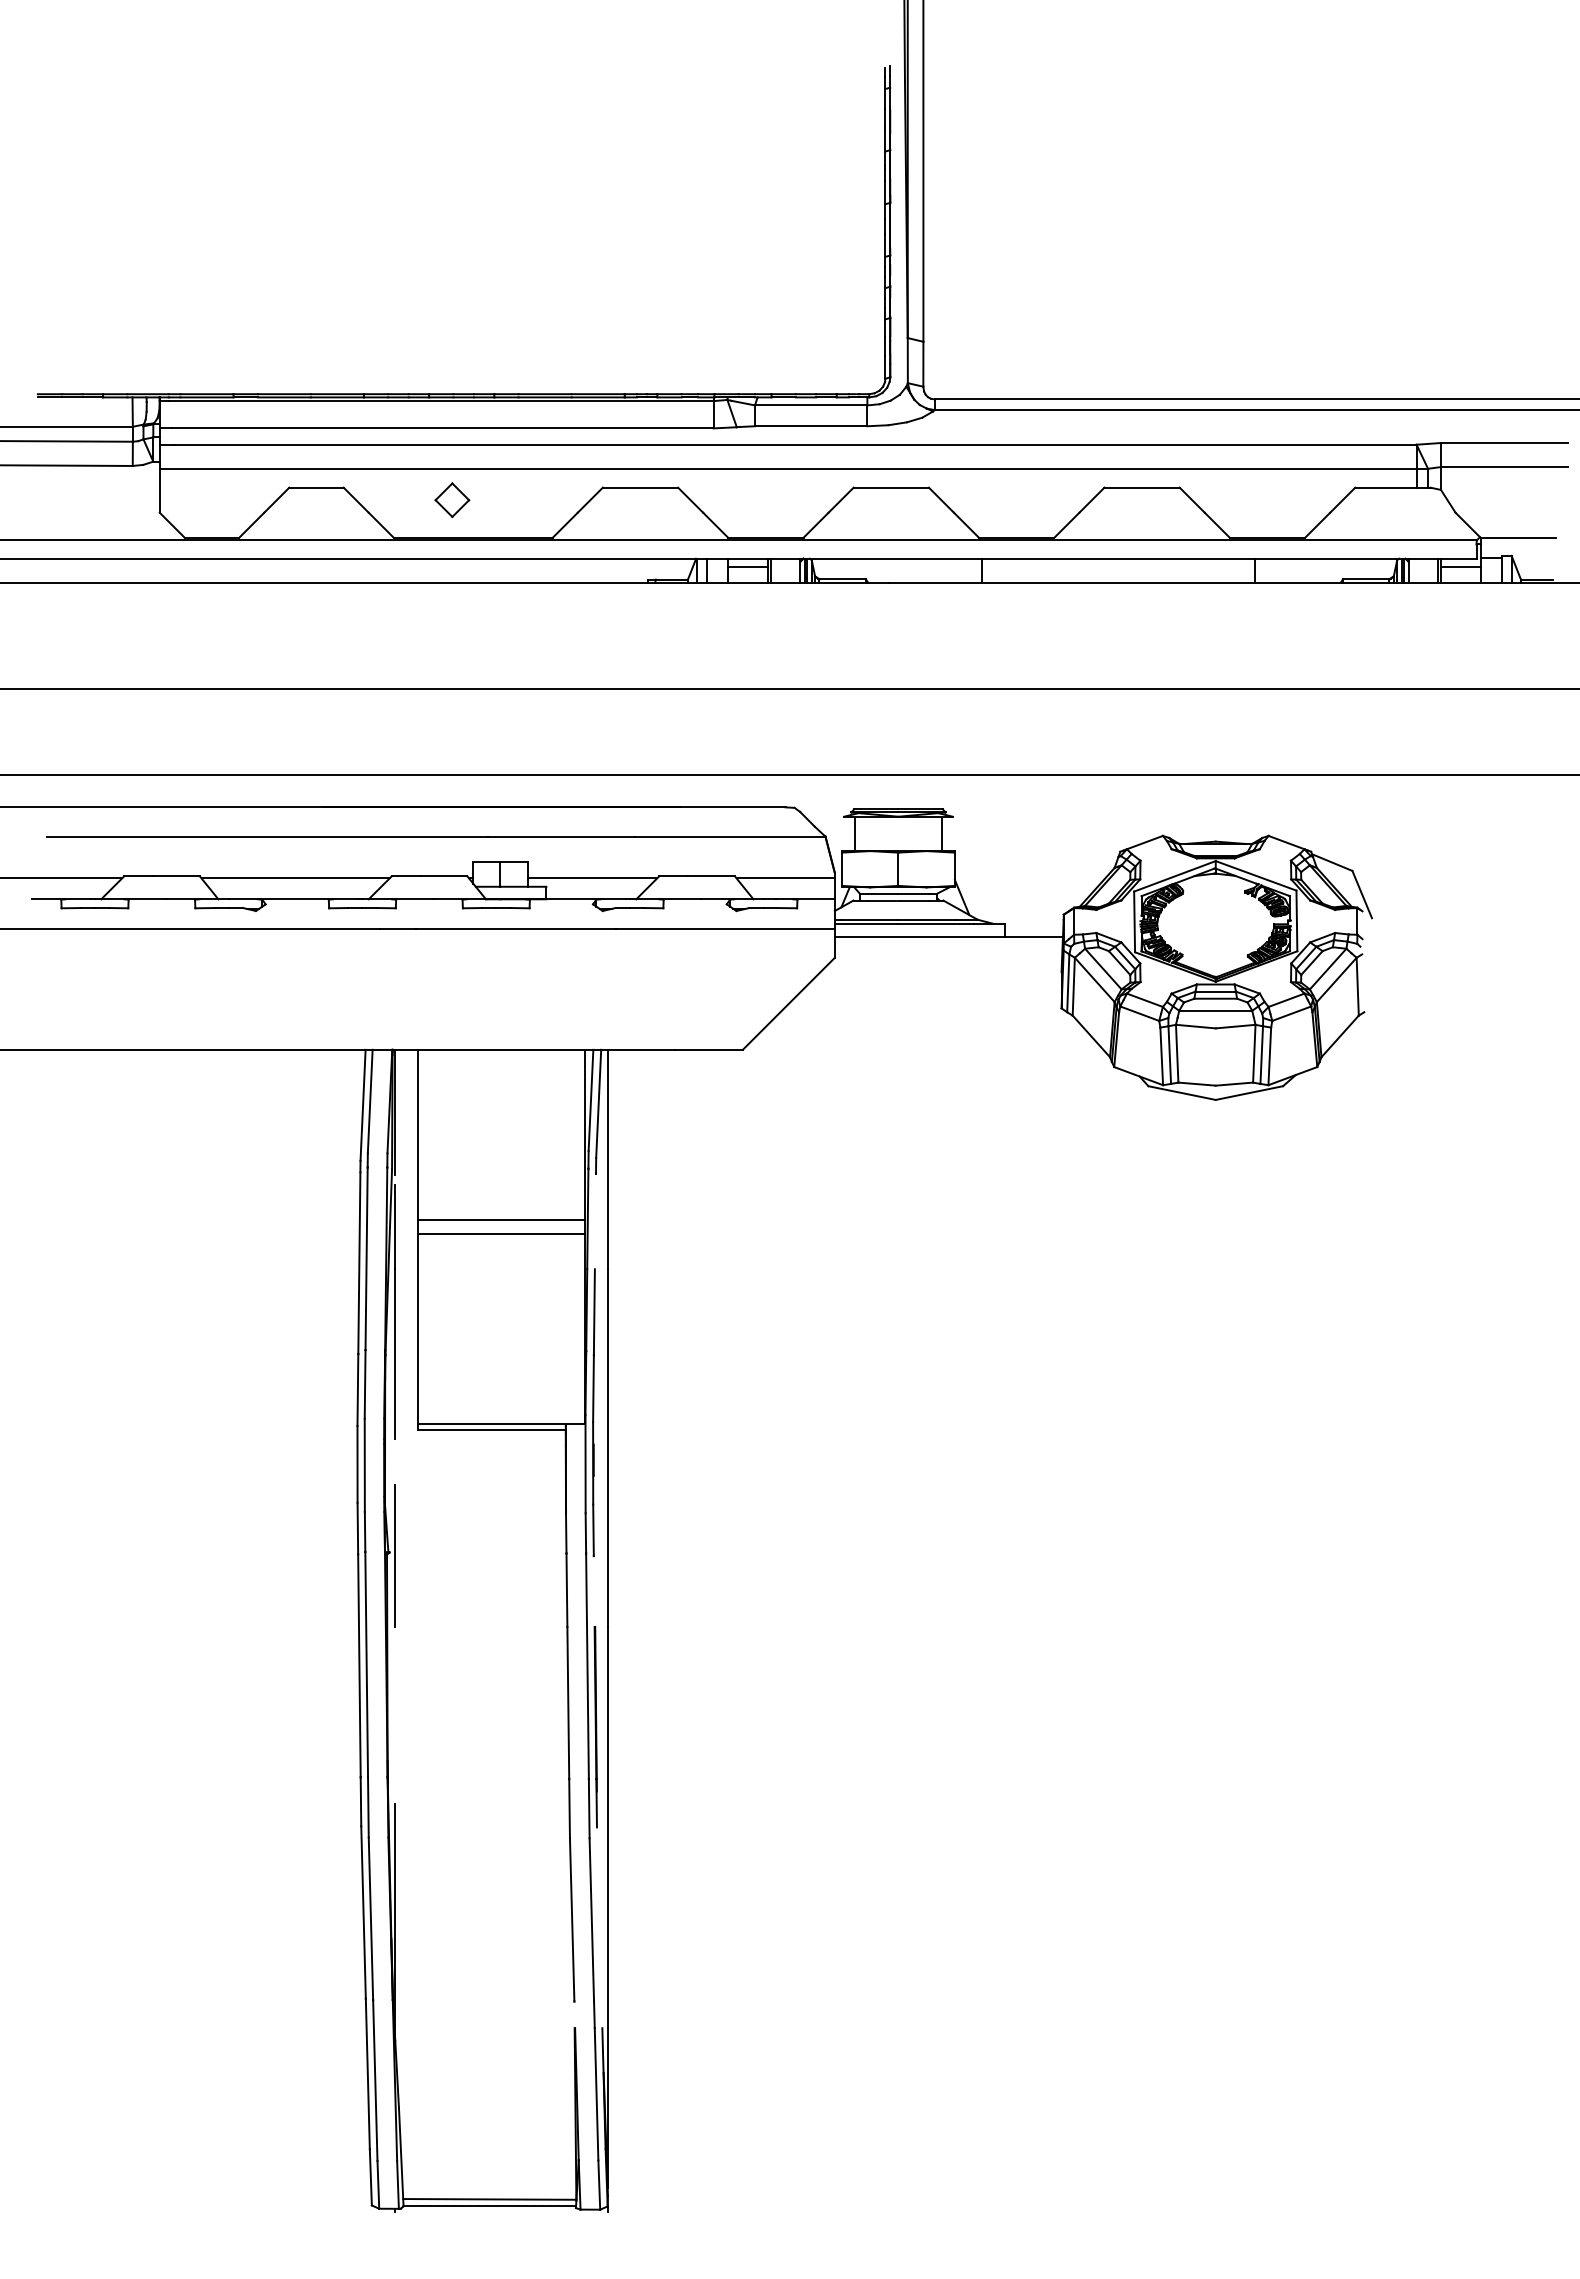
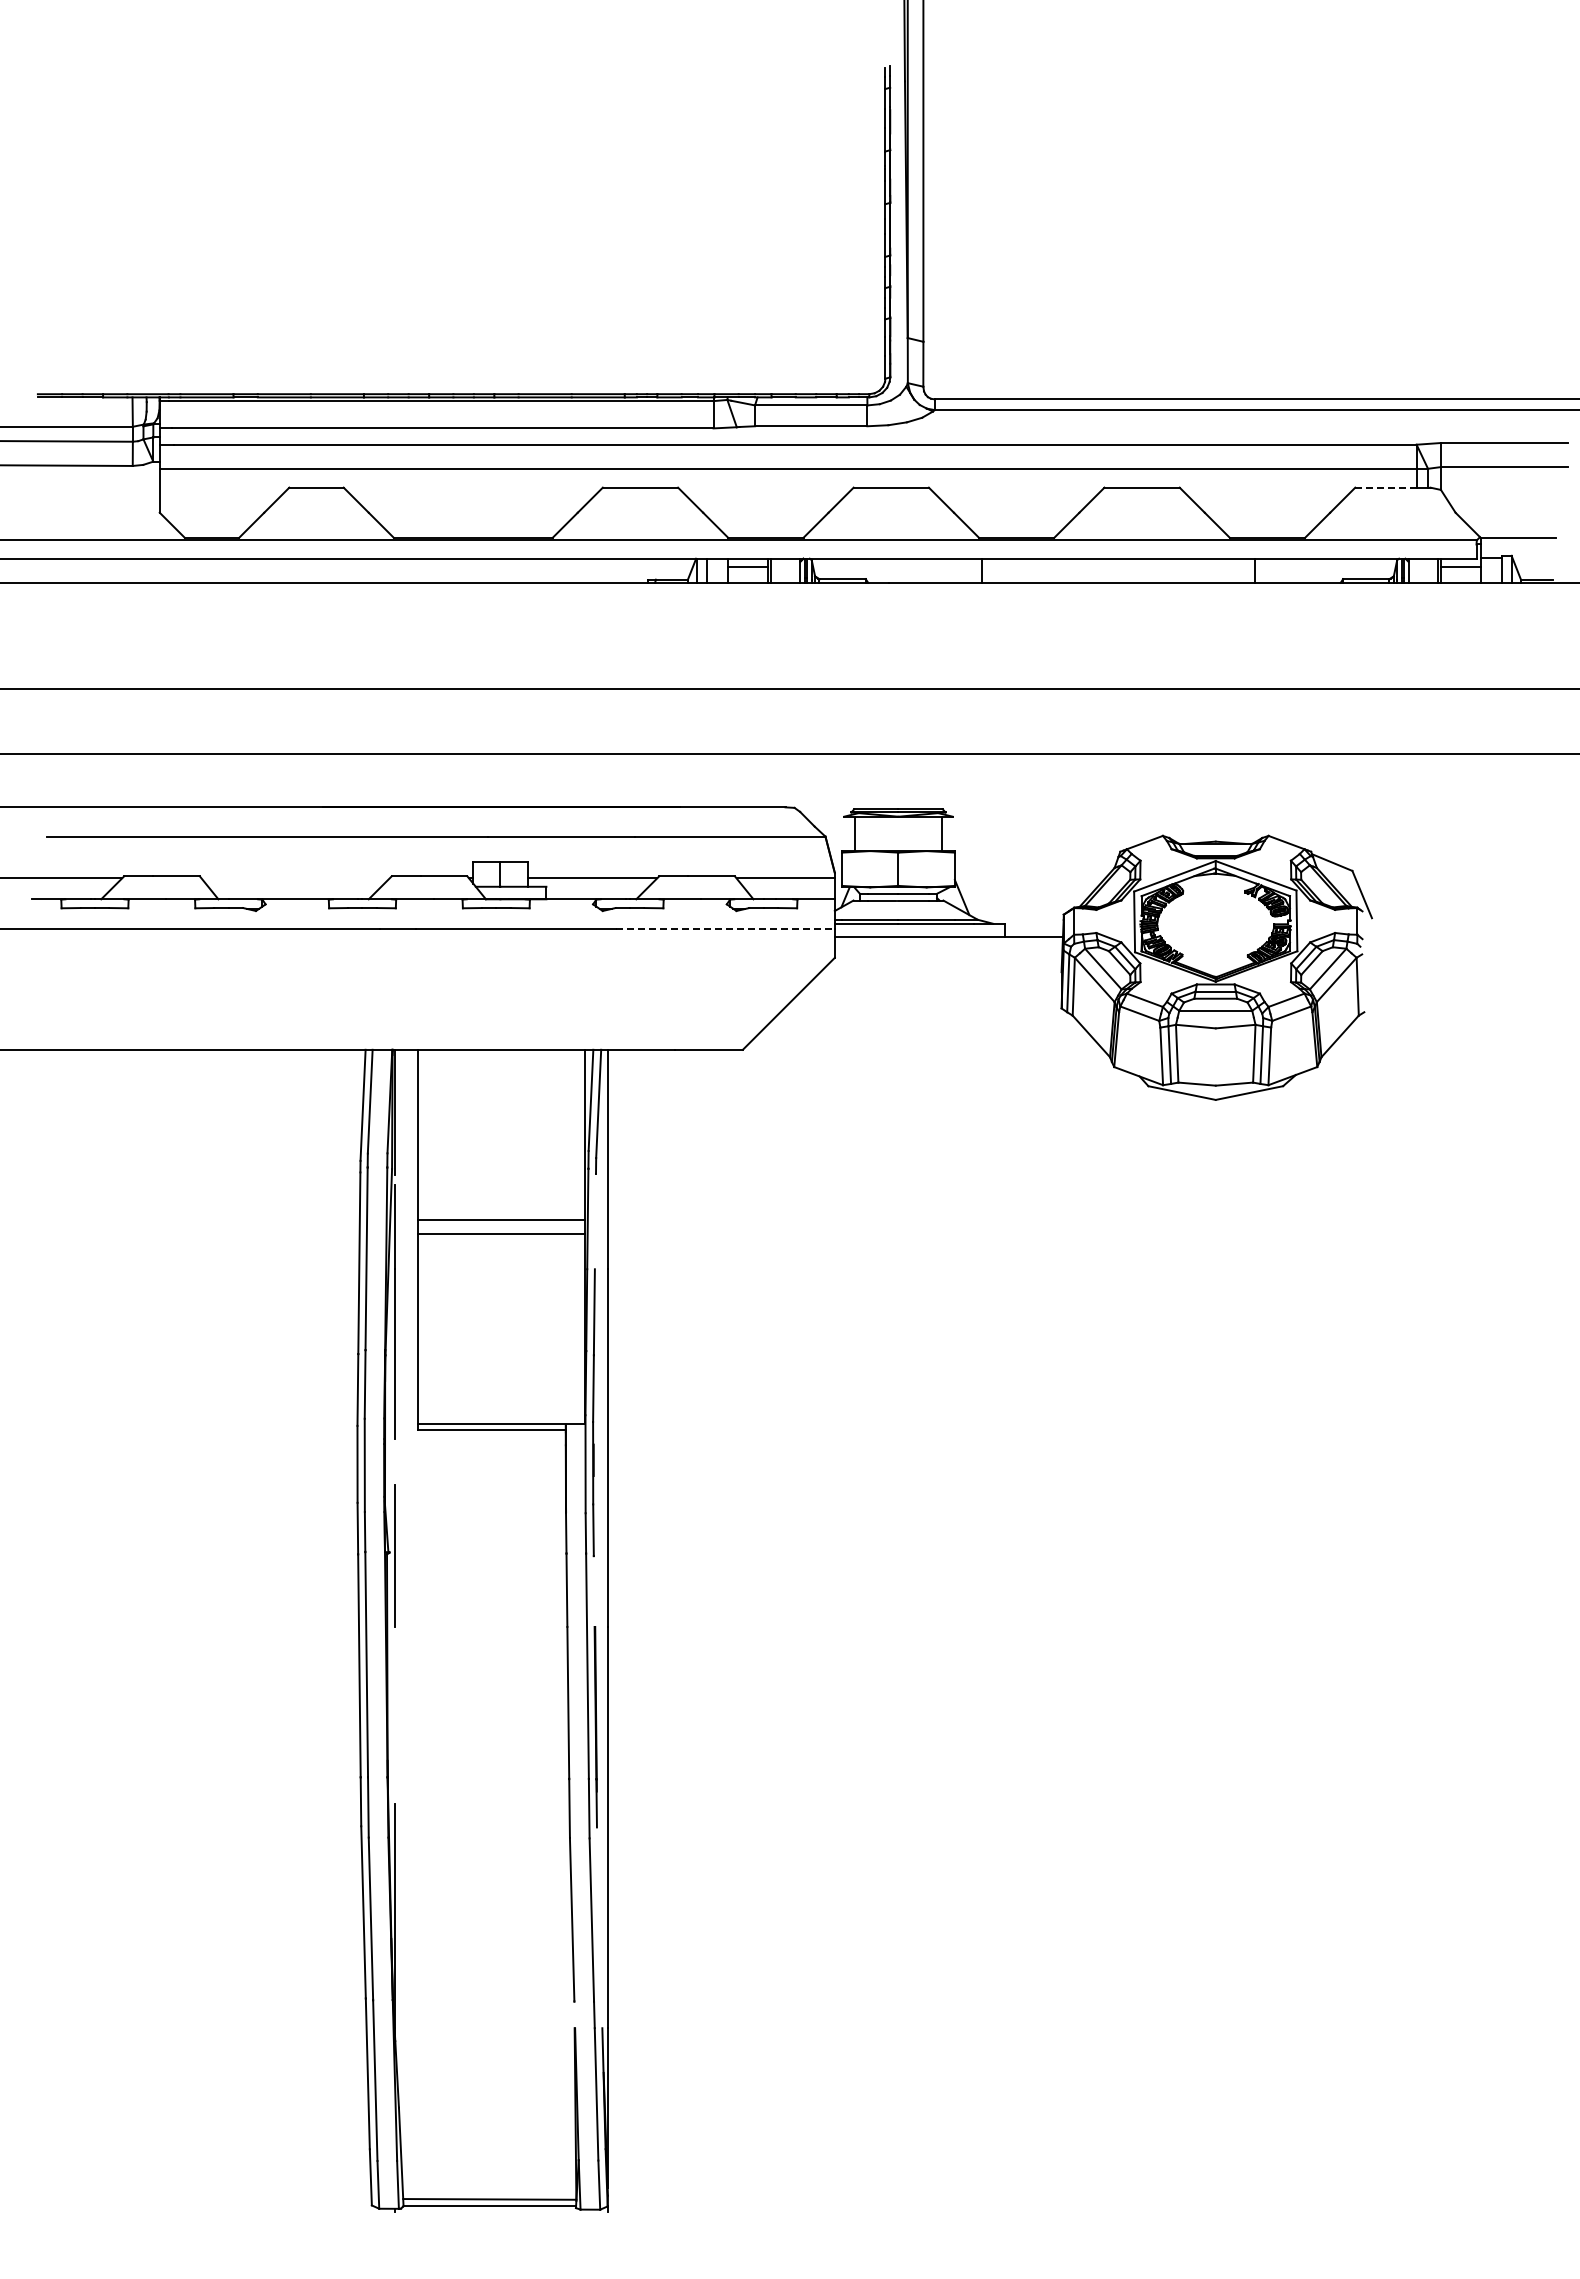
line at (1385, 487): solid -> dashed
part at (452, 500): present -> none
line at (789, 775) position: (789, 775) -> (789, 754)
line at (295, 878): present -> none
line at (725, 928): solid -> dashed
